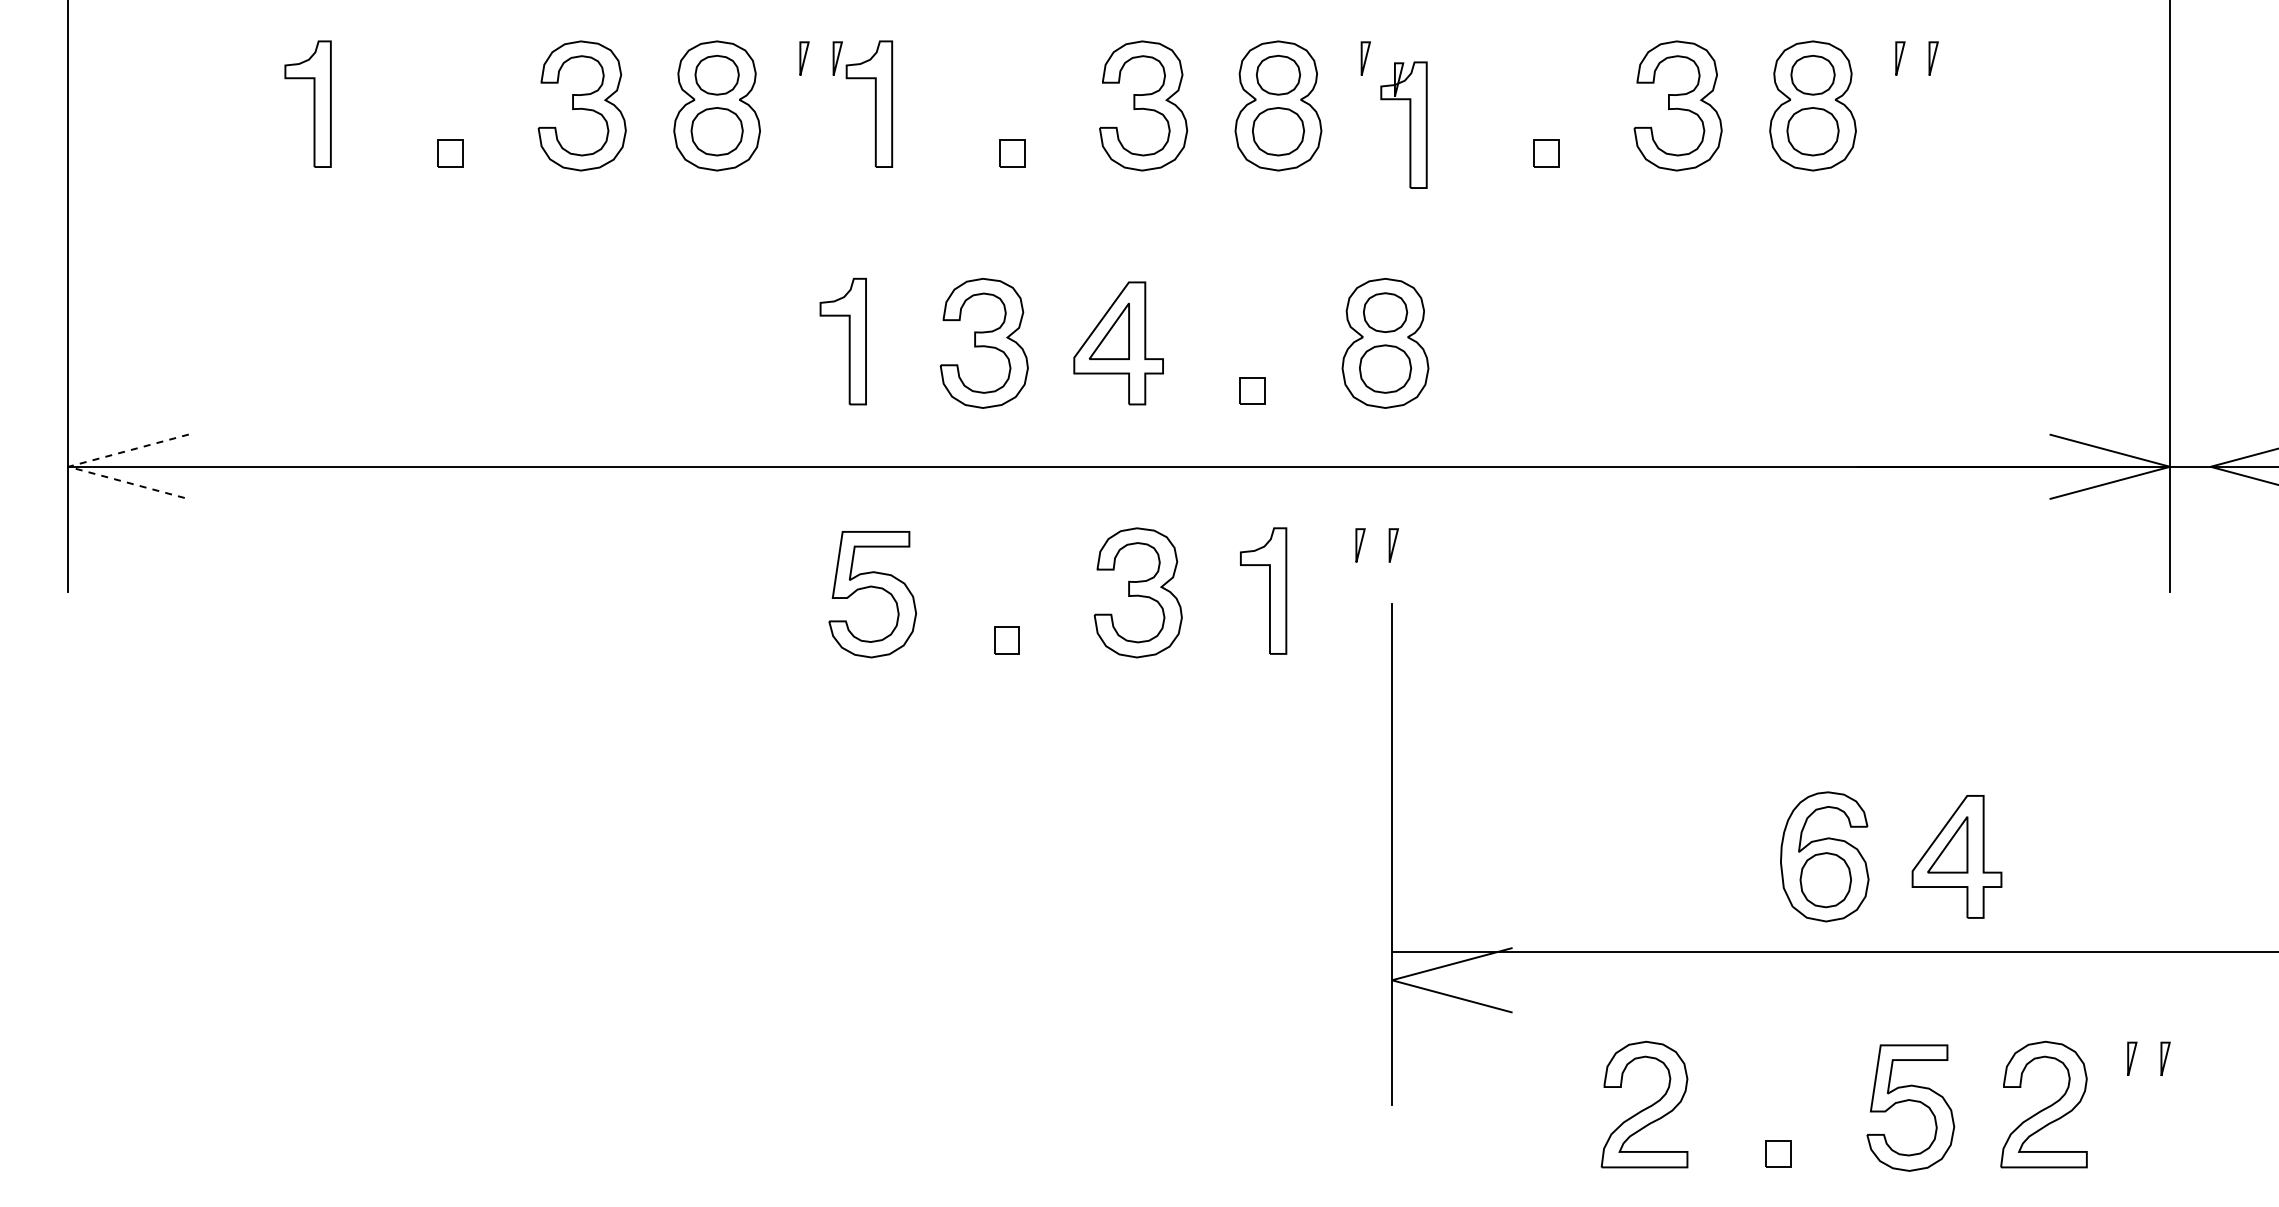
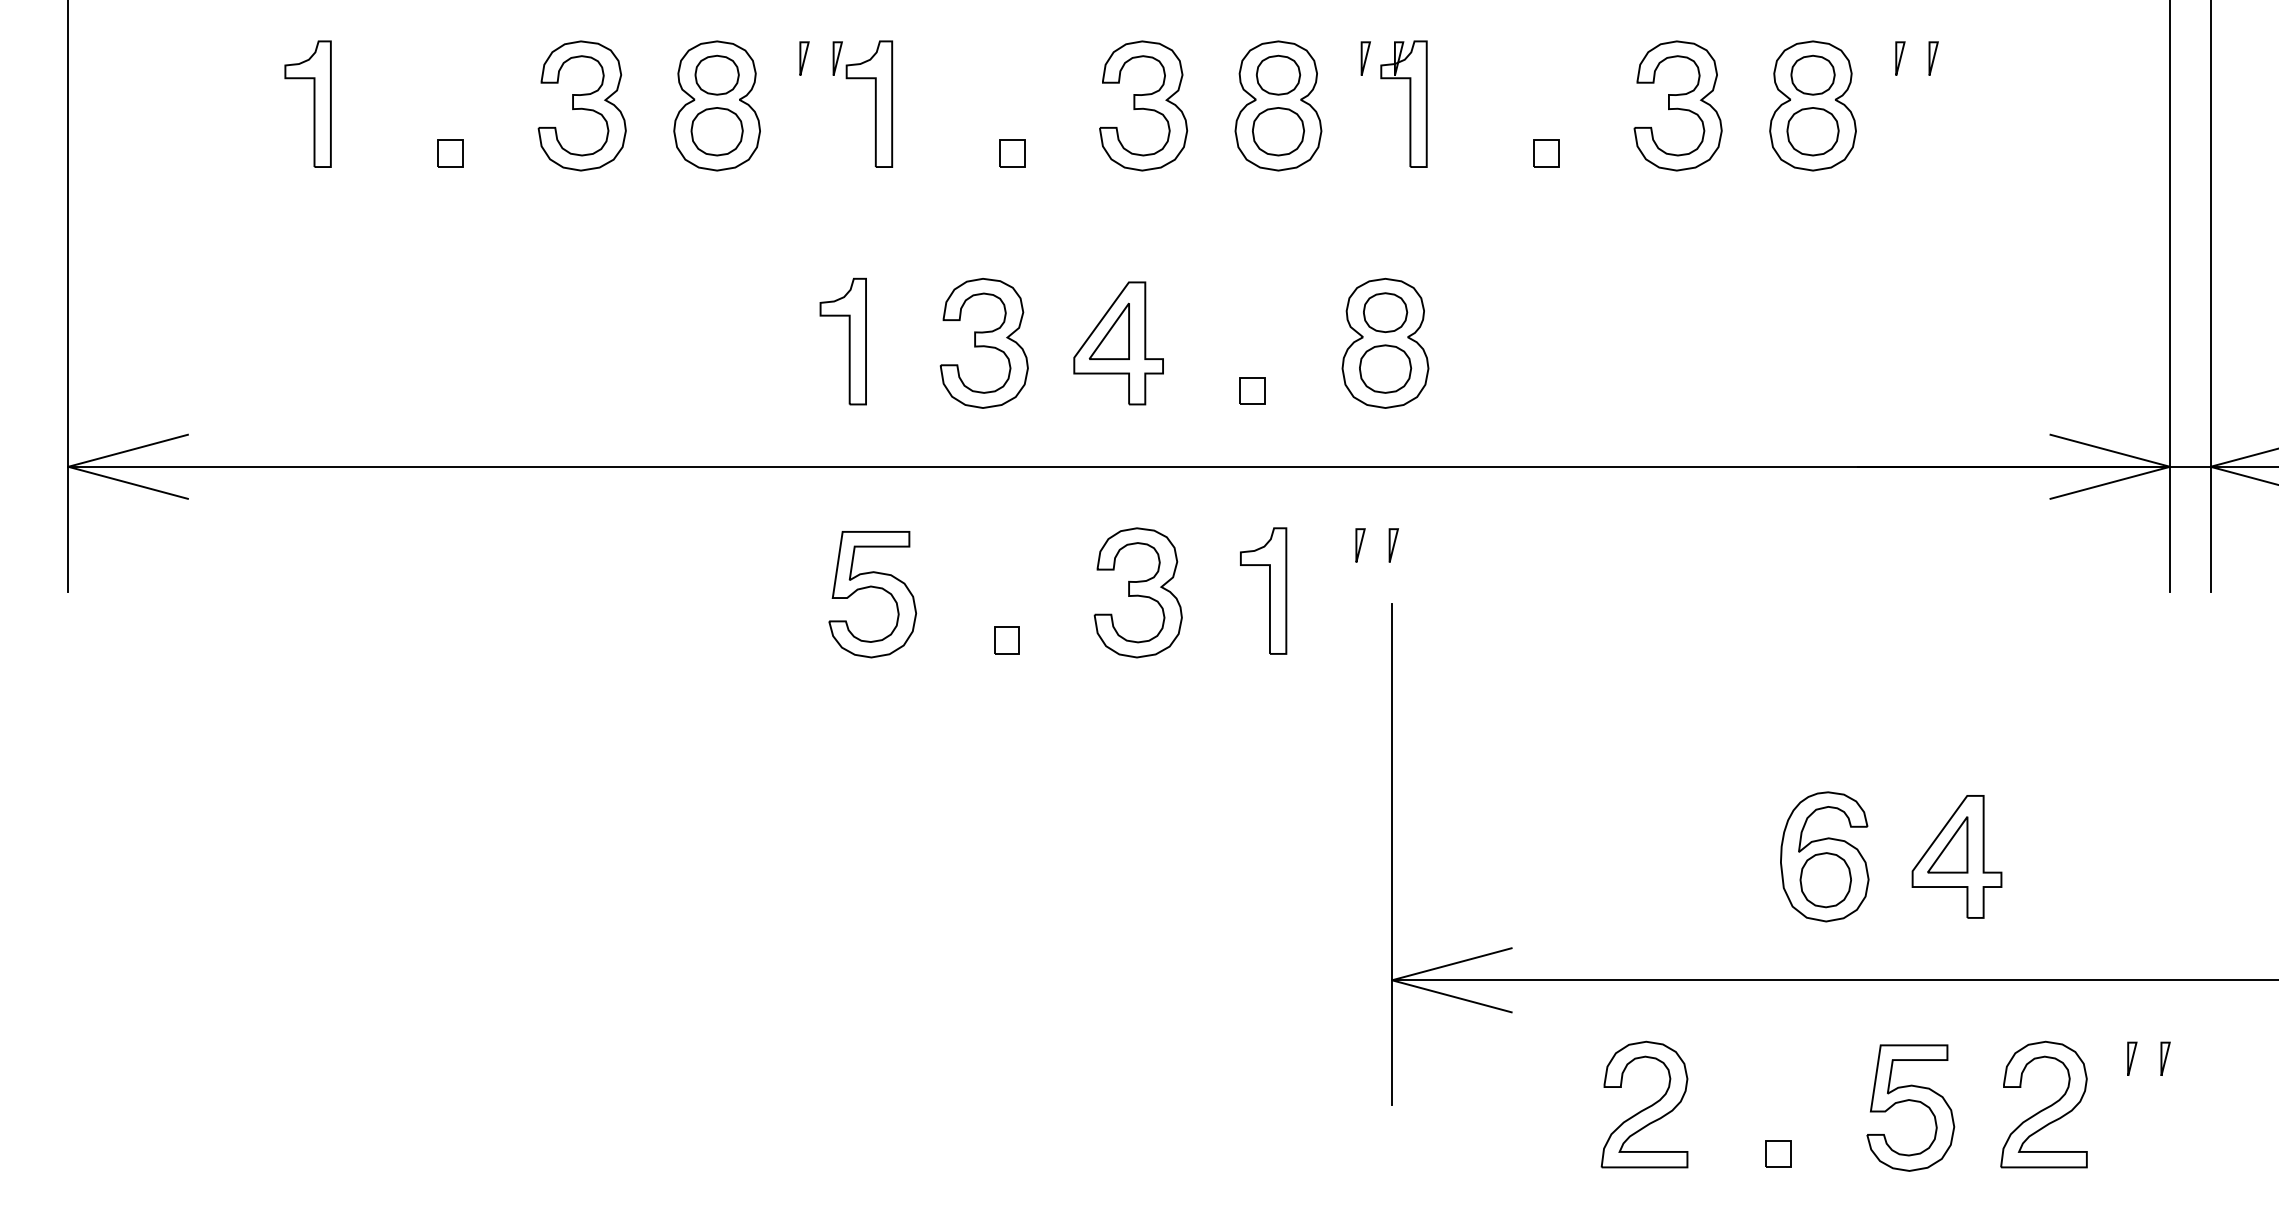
part at (1403, 124) position: (1403, 124) -> (1403, 103)
line at (2210, 296): none -> present
line at (68, 466): dashed -> solid
line at (1833, 952) position: (1833, 952) -> (1833, 980)
